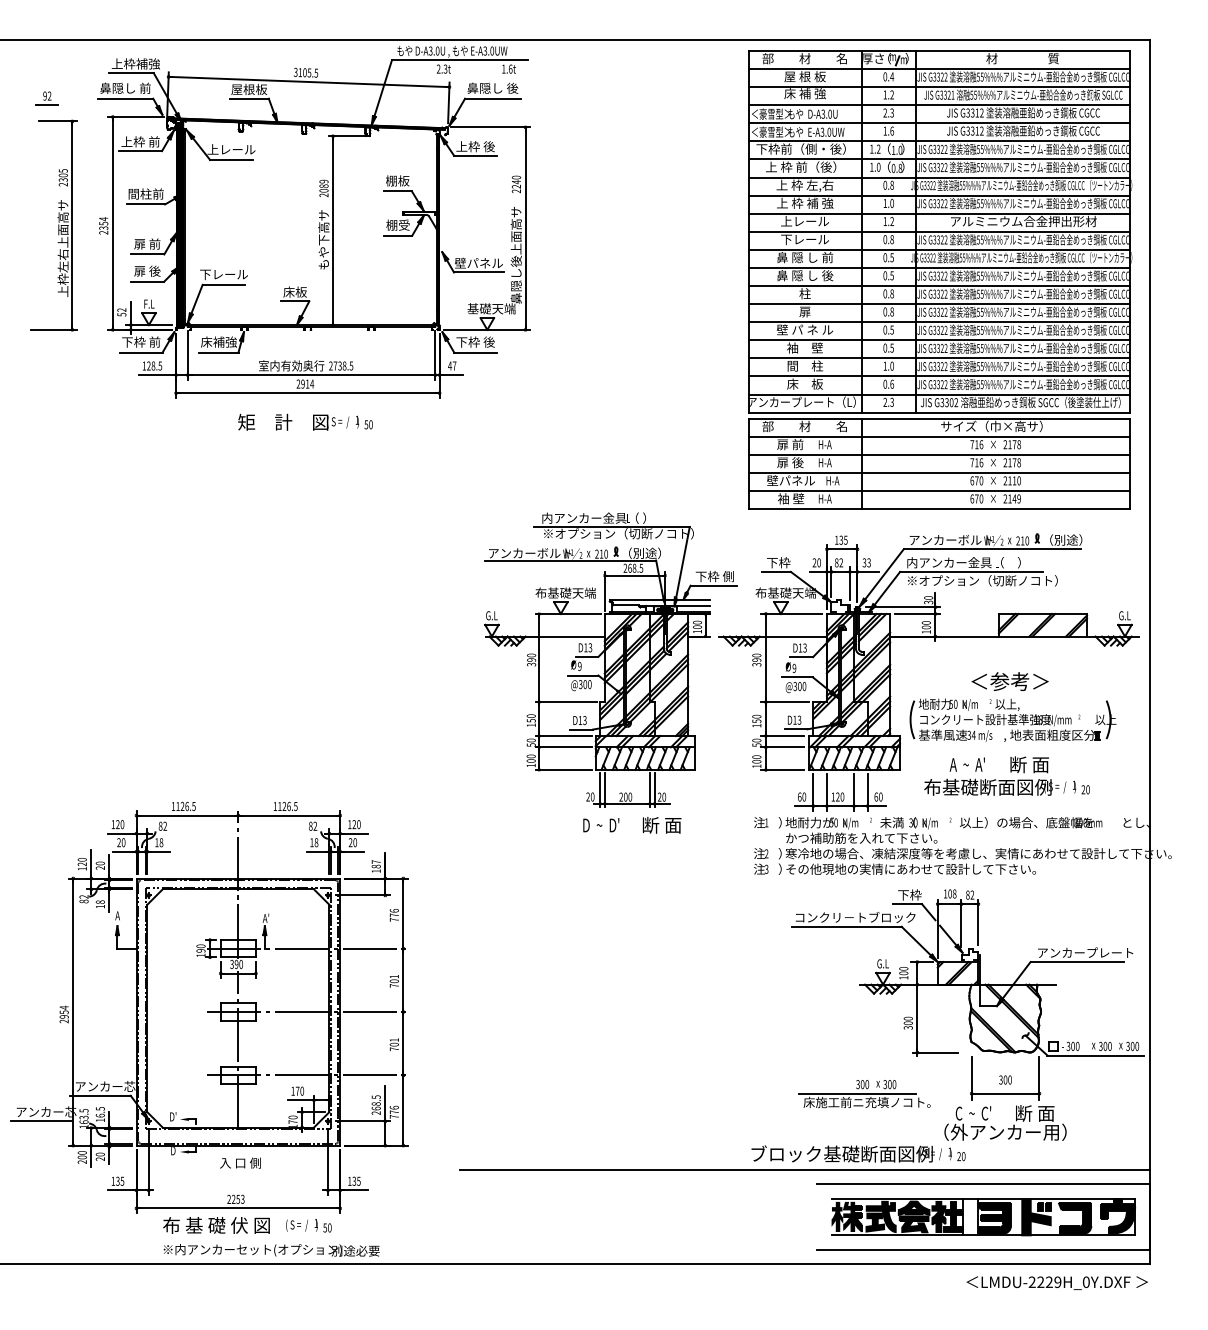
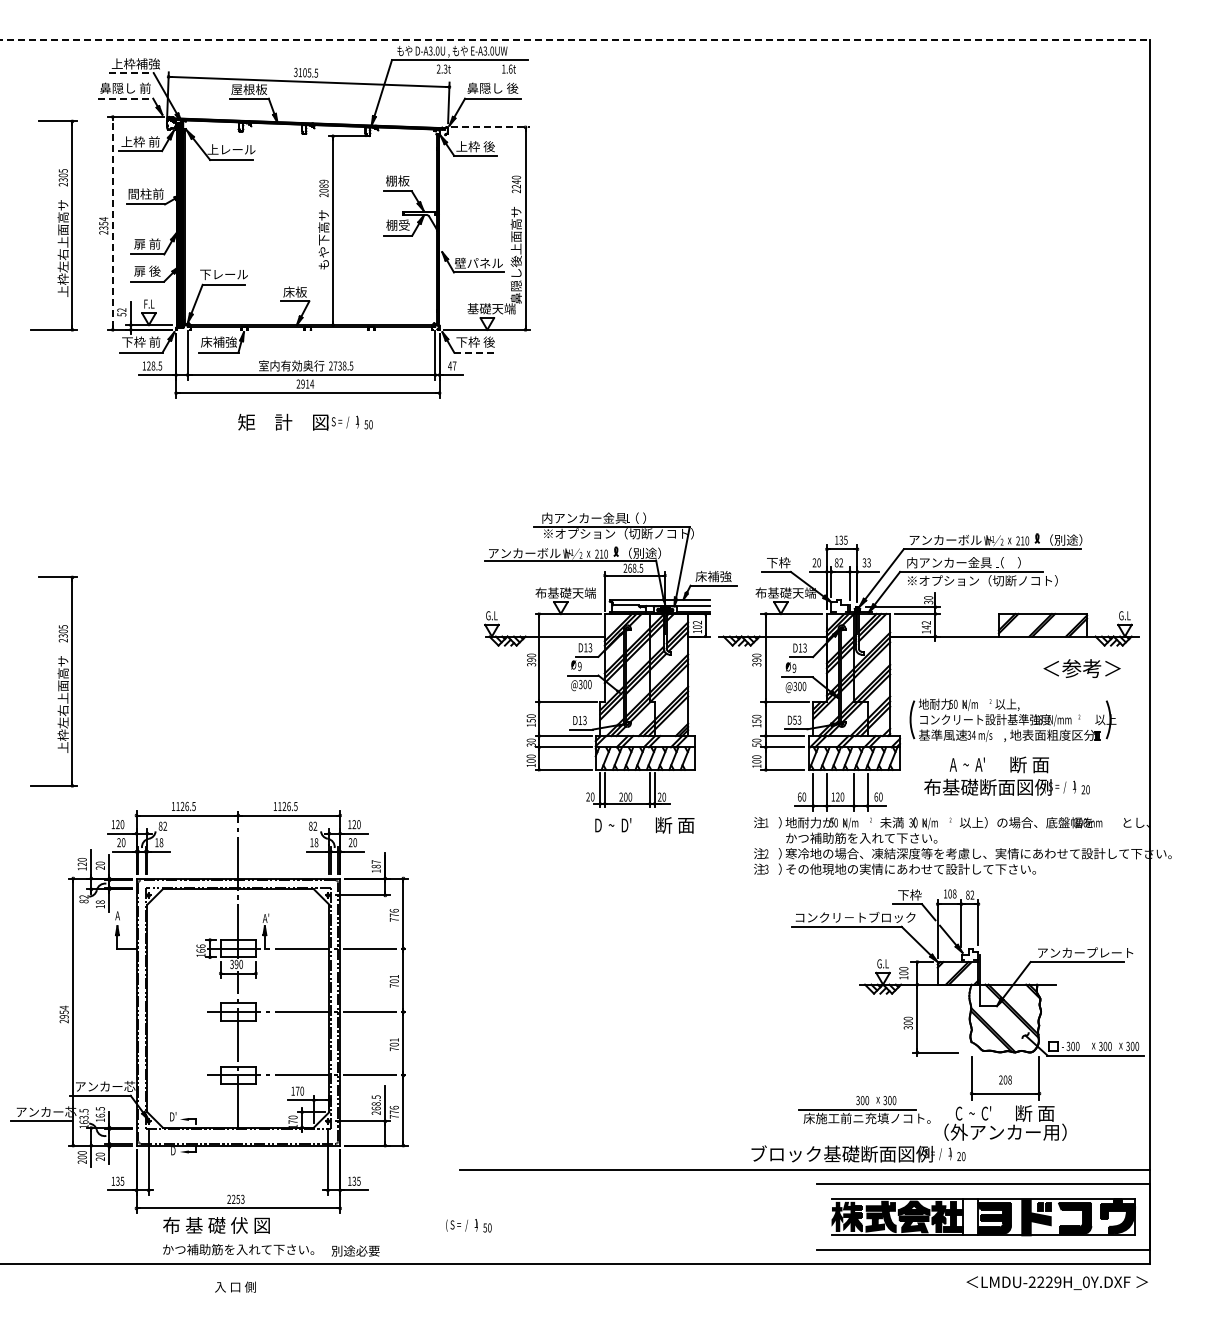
line at (575, 39): solid -> dashed
line at (132, 73): solid -> dashed
part at (46, 98): present -> none
line at (125, 98): solid -> dashed
line at (491, 127): solid -> dashed
line at (112, 222): solid -> dashed
part at (940, 279): present -> none
line at (476, 352): solid -> dashed
text at (714, 576): 下枠 側 -> 床補強
text at (697, 622): 100 -> 102
text at (925, 625): 100 -> 142
part at (53, 681): none -> present
text at (1009, 681) position: (1009, 681) -> (1081, 668)
text at (794, 719): D13 -> D53
text at (530, 744): 50 -> 30
text at (601, 825) position: (601, 825) -> (613, 825)
text at (661, 825) position: (661, 825) -> (674, 825)
text at (200, 948): 190 -> 166
text at (1005, 1080): 300 -> 208
part at (864, 1094) position: (864, 1094) -> (864, 1110)
text at (240, 1162) position: (240, 1162) -> (235, 1286)
text at (308, 1225) position: (308, 1225) -> (468, 1225)
text at (252, 1250): ※内アンカーセット(オプション) -> かつ補助筋を入れて下さい。
